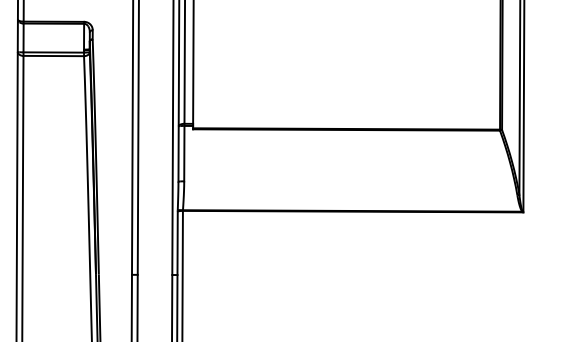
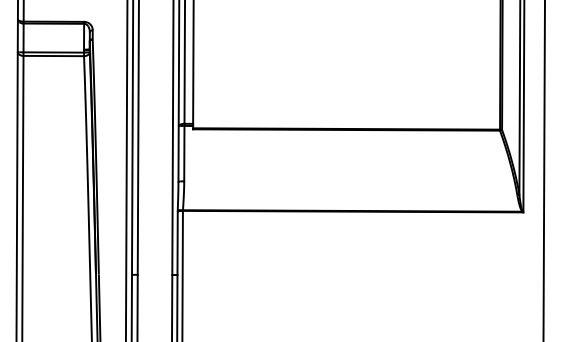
line at (126, 170): none -> present
line at (543, 170): none -> present
